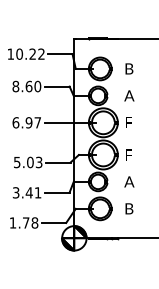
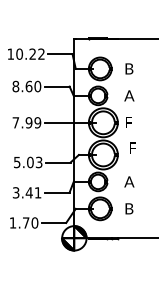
text at (26, 122): 6.97 -> 7.99
text at (128, 154) position: (128, 154) -> (132, 147)
text at (34, 222): 1.78 -> 1.70
